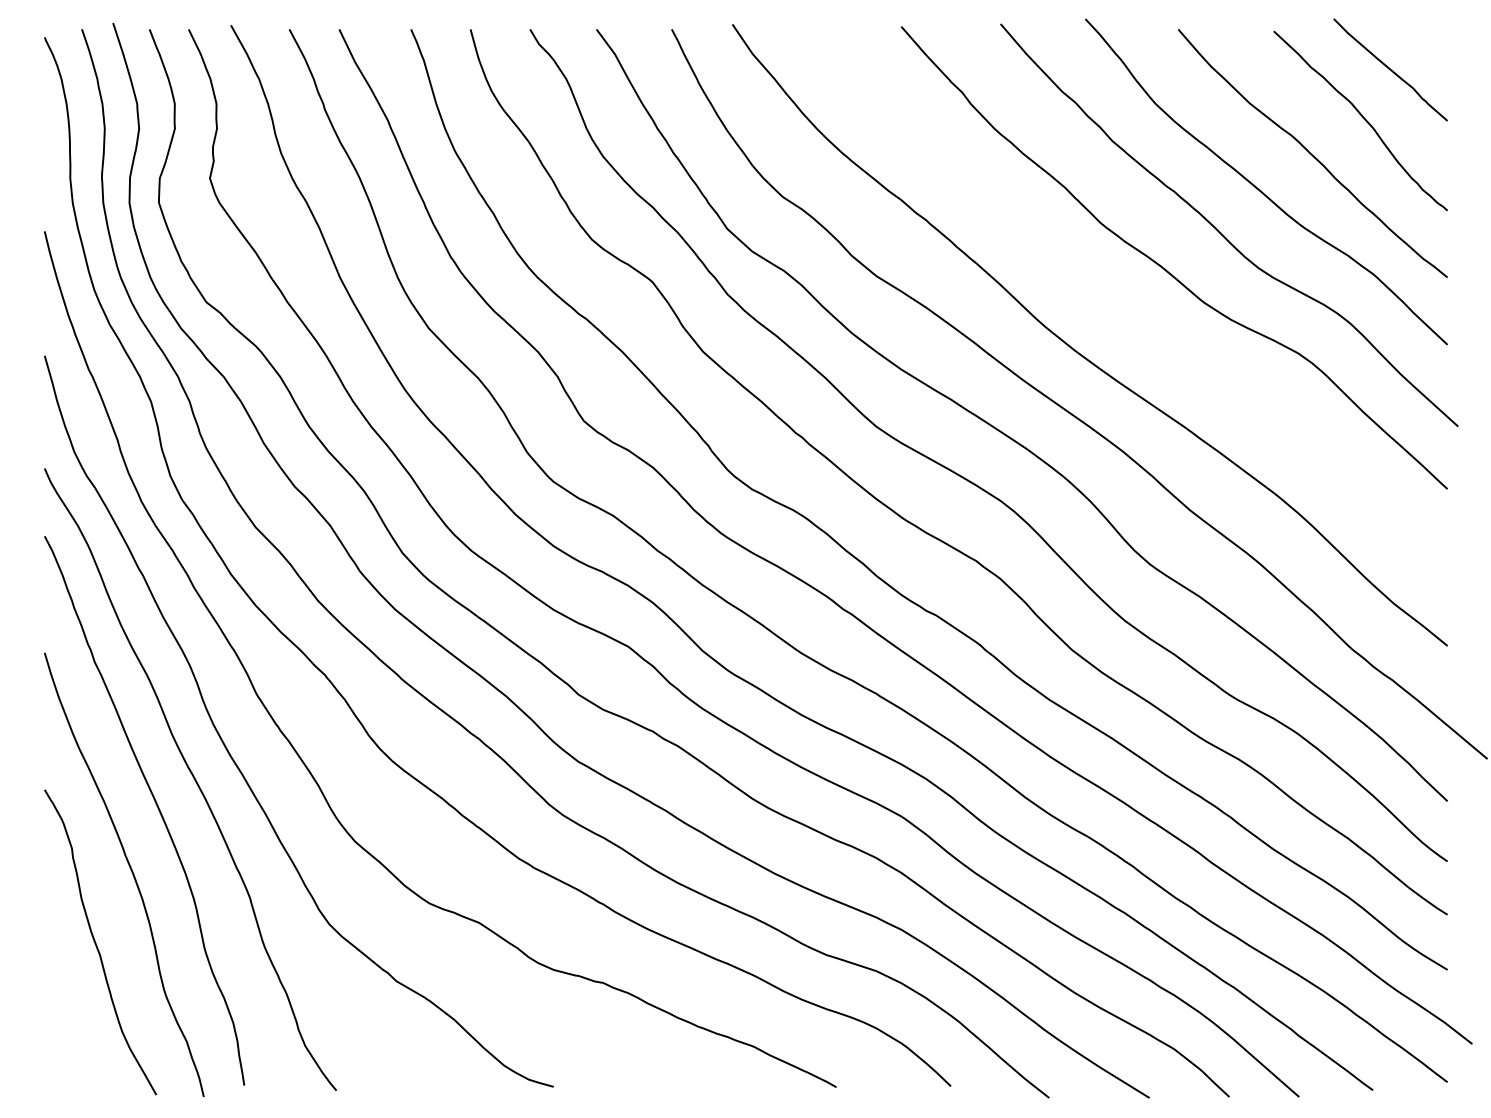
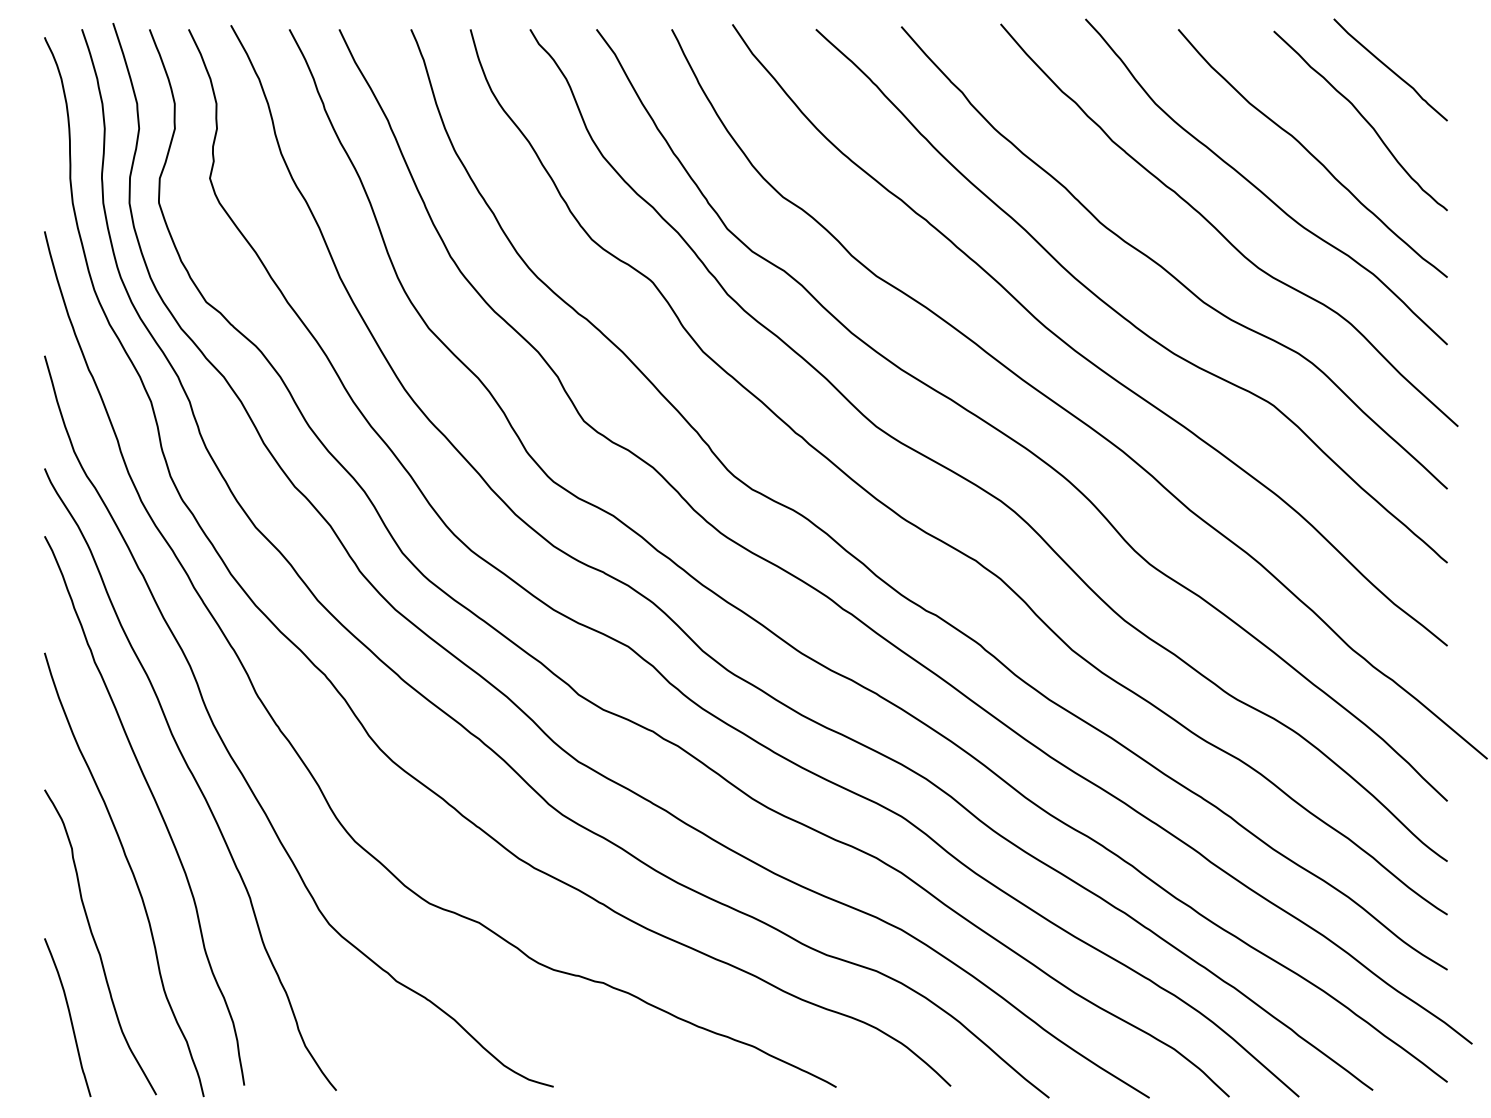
curve at (1120, 313): none -> present
curve at (69, 1017): none -> present
